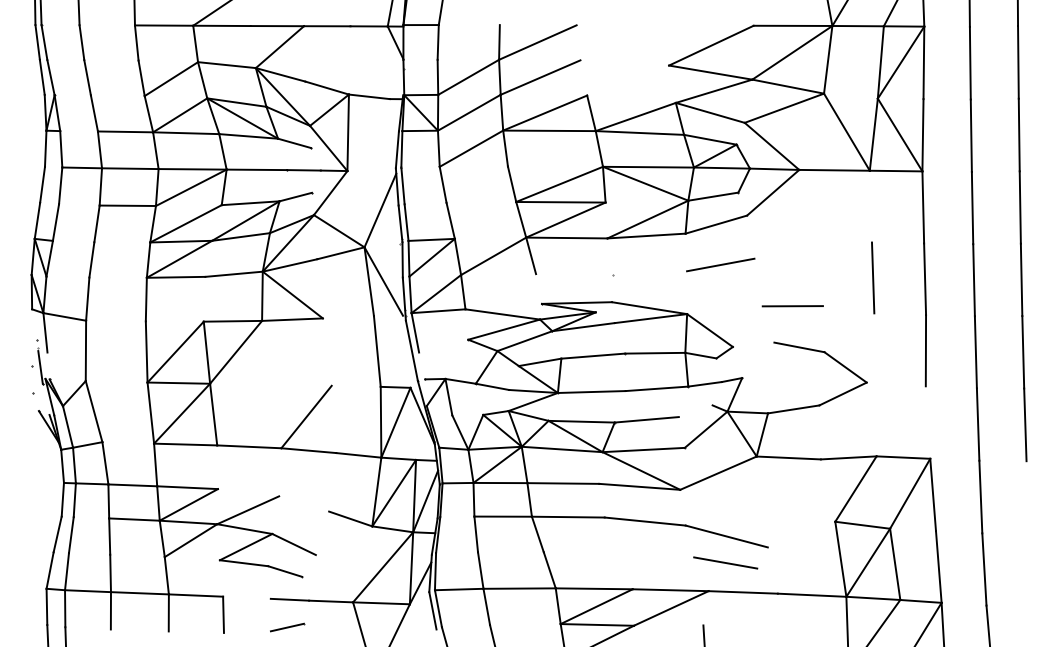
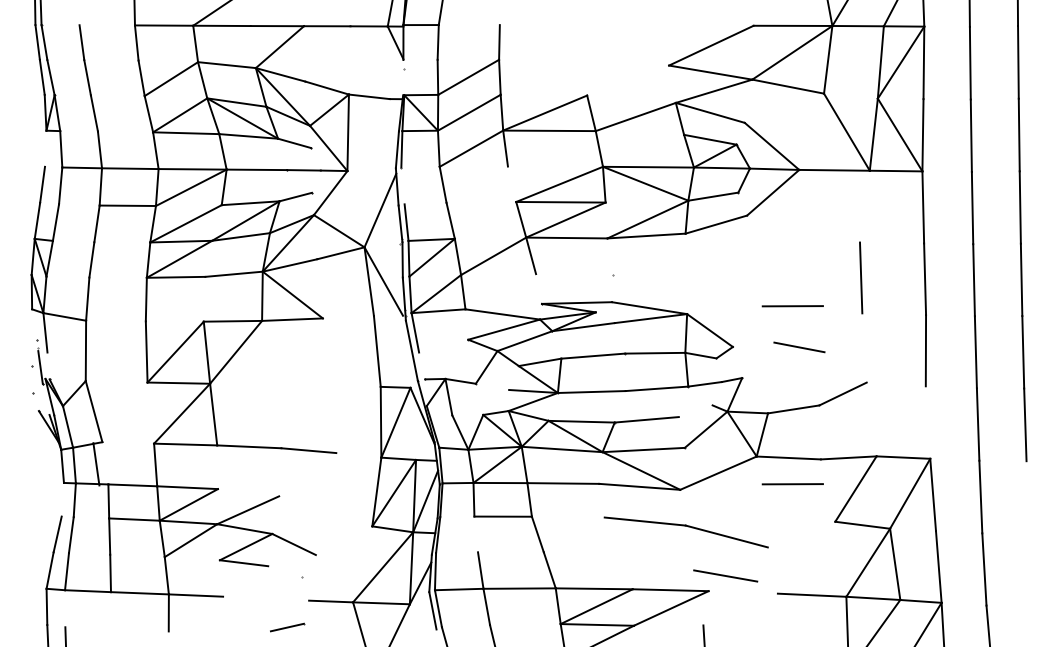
line at (78, 13): present -> none
line at (537, 42): present -> none
line at (403, 77): present -> none
line at (540, 77): present -> none
line at (784, 107): present -> none
line at (125, 131): present -> none
line at (639, 132): present -> none
line at (45, 148): present -> none
line at (511, 183): present -> none
line at (402, 185): present -> none
line at (720, 264): present -> none
line at (873, 277) position: (873, 277) -> (861, 277)
line at (845, 367): present -> none
line at (492, 386): present -> none
line at (150, 412): present -> none
line at (306, 416): present -> none
line at (358, 455): present -> none
line at (105, 463) position: (105, 463) -> (96, 464)
line at (792, 484): none -> present
line at (62, 499): present -> none
line at (567, 516): present -> none
line at (350, 518): present -> none
line at (476, 534): present -> none
line at (840, 558): present -> none
line at (725, 562) position: (725, 562) -> (725, 575)
line at (285, 571): present -> none
line at (742, 592): present -> none
line at (289, 599): present -> none
line at (65, 608): present -> none
line at (110, 610): present -> none
line at (223, 614): present -> none
